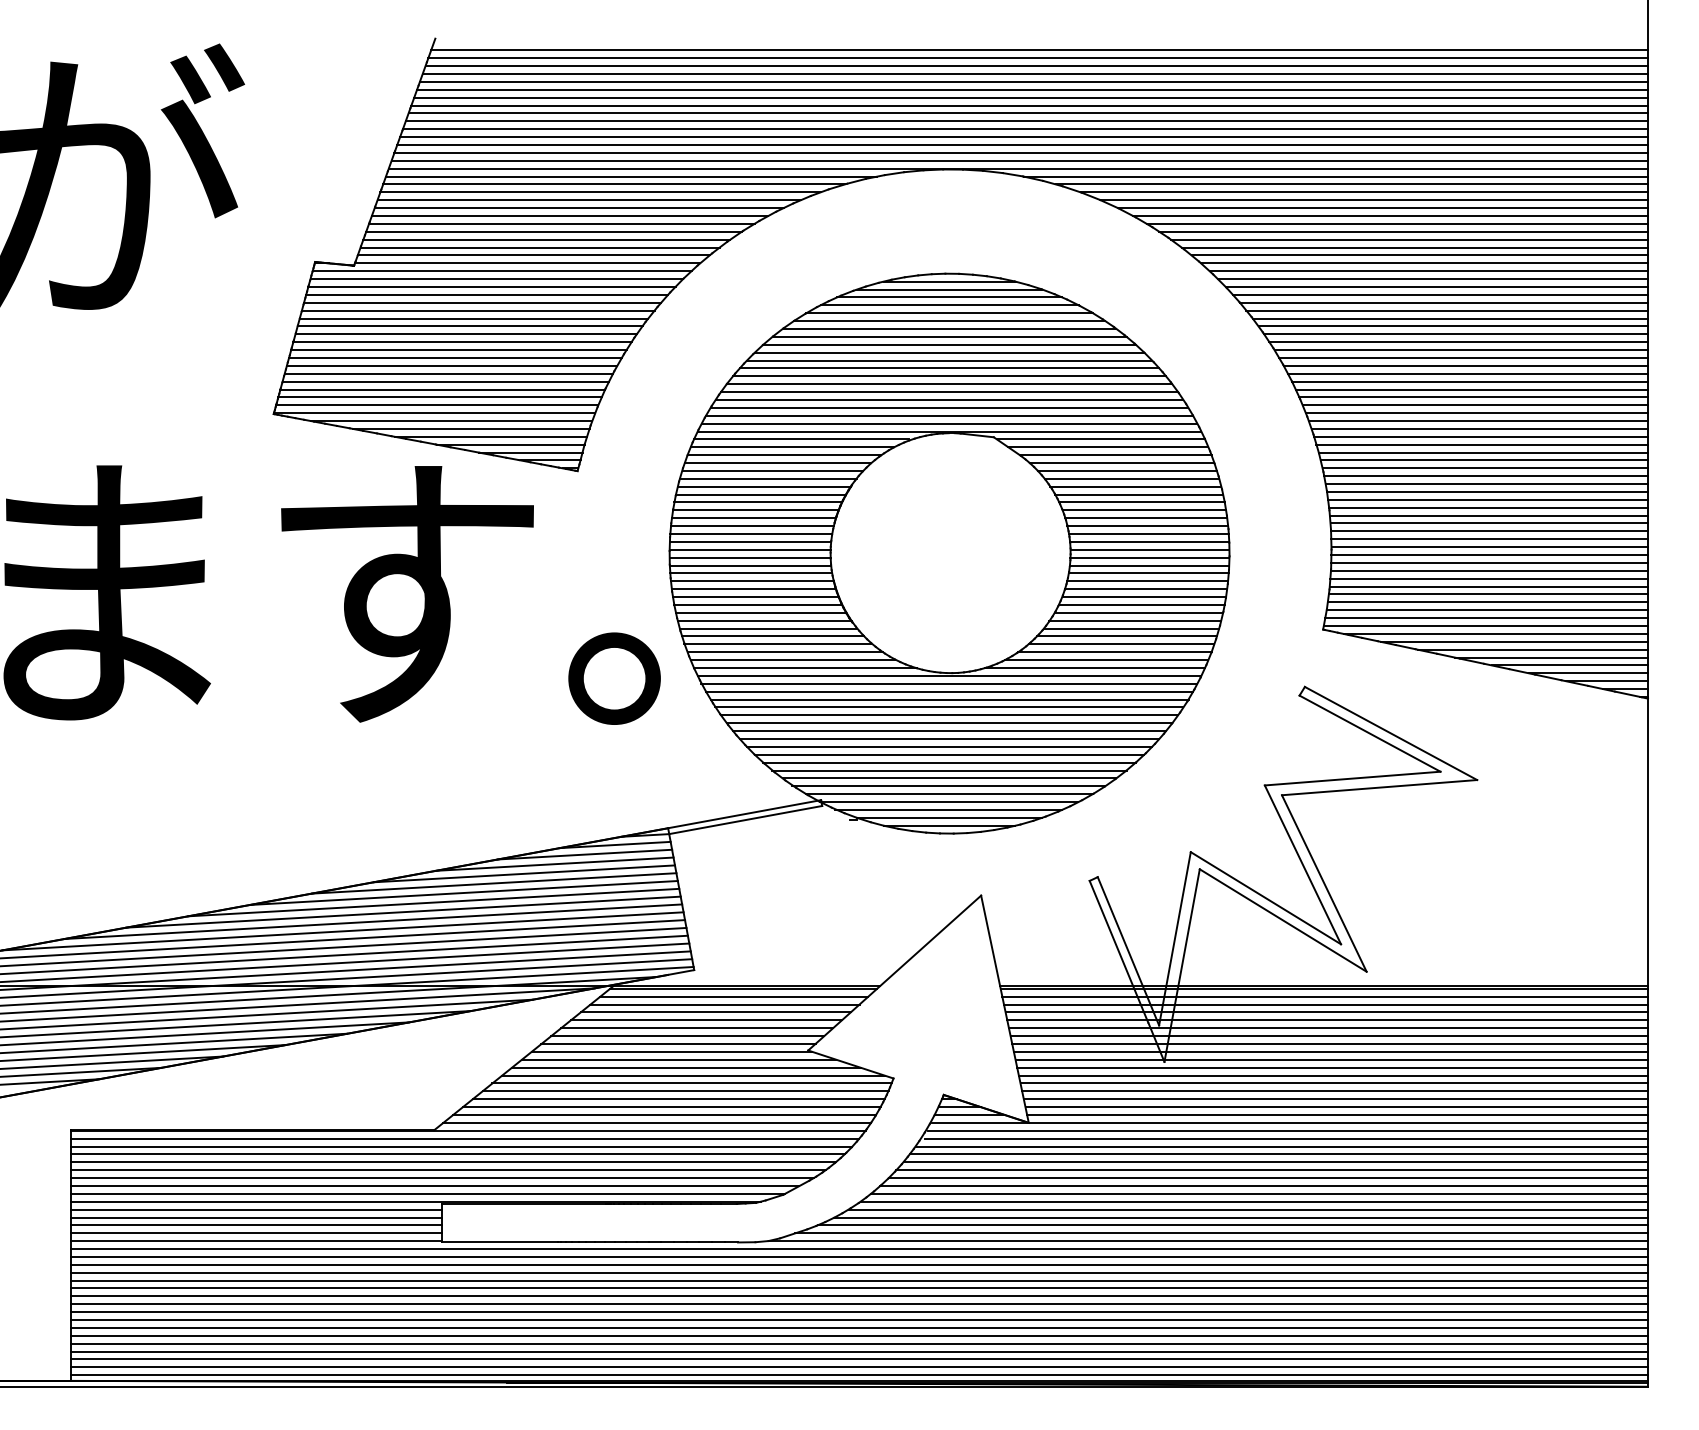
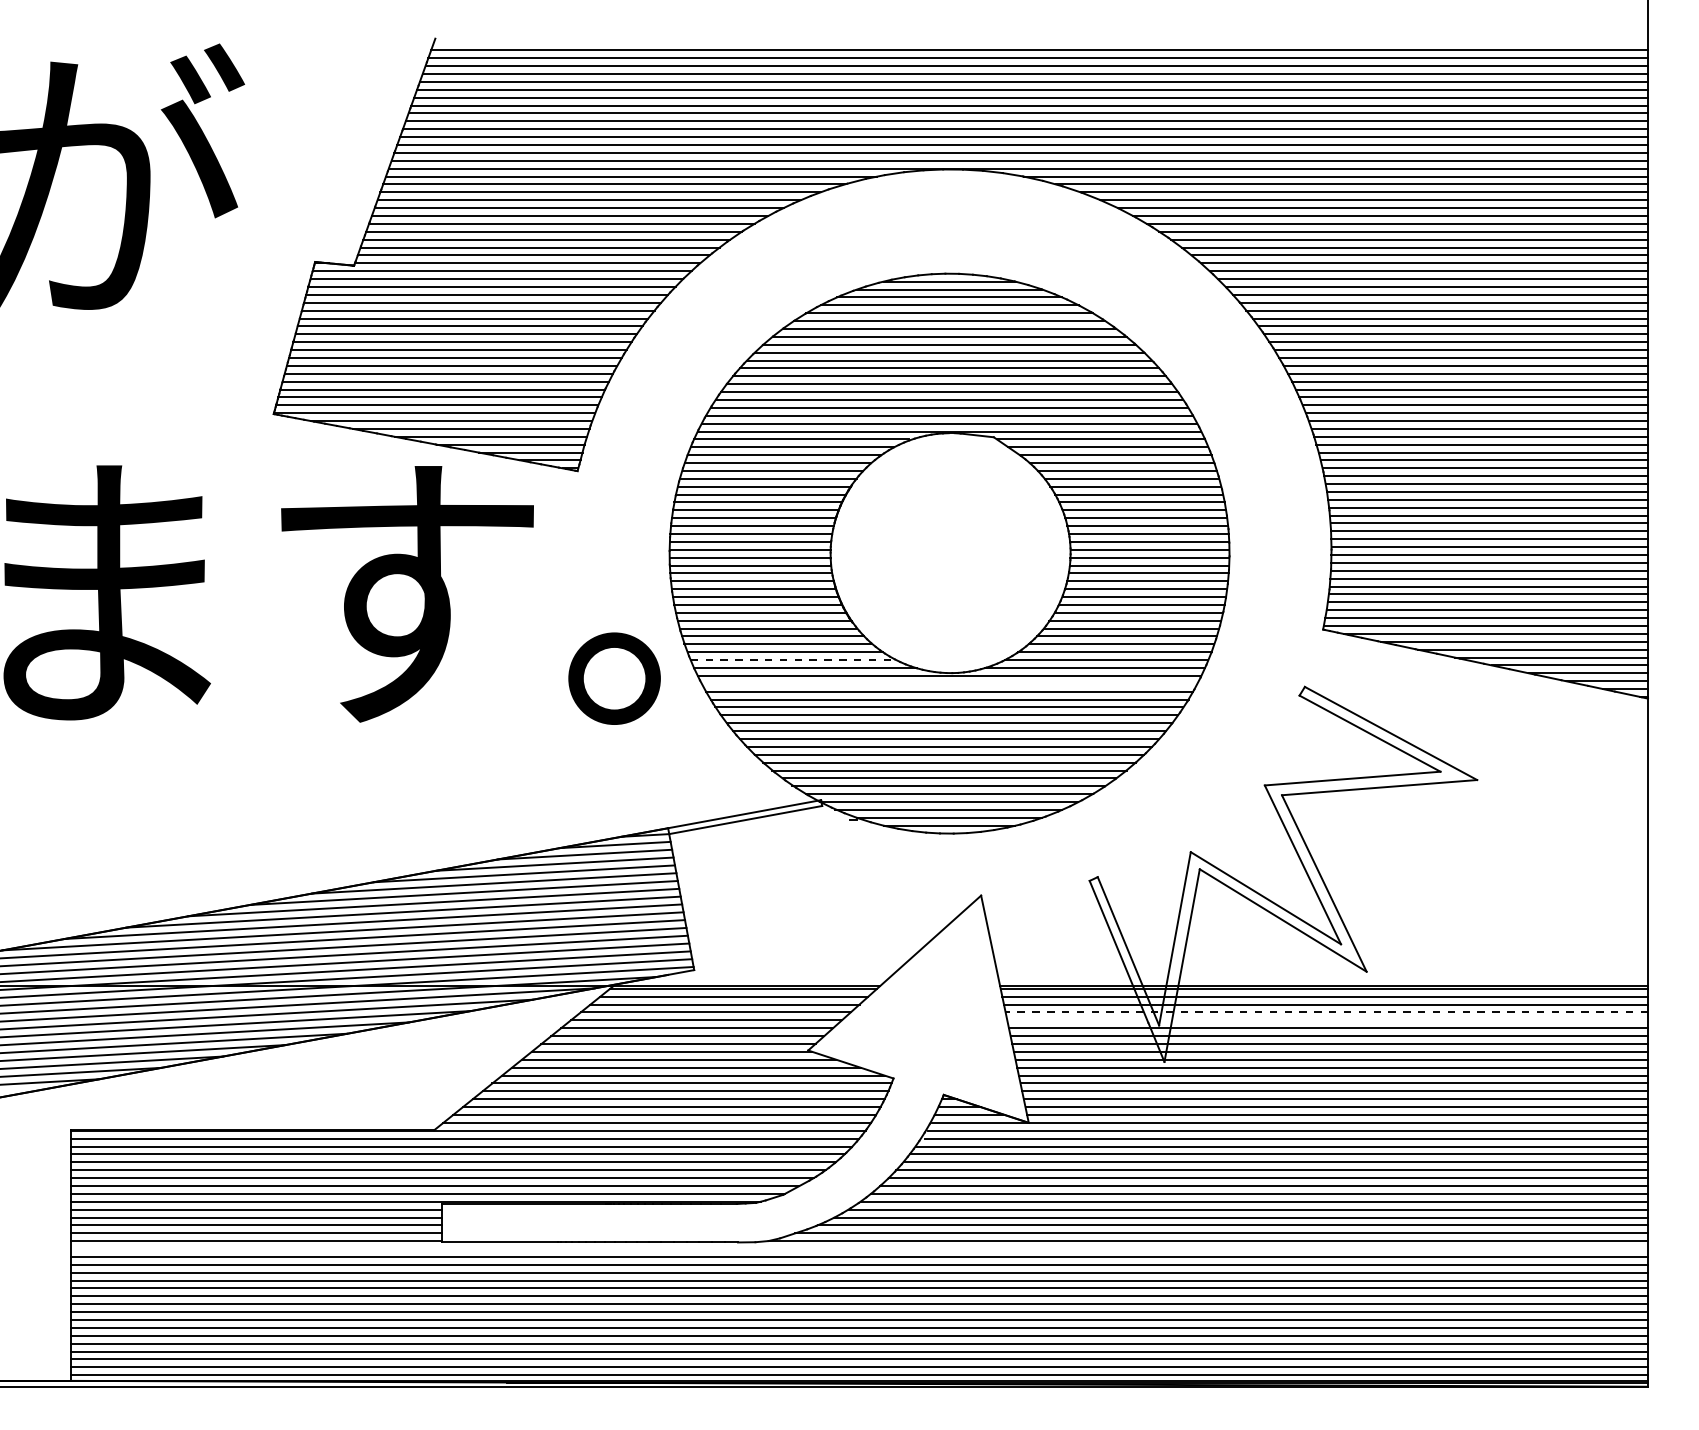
line at (793, 660): solid -> dashed
line at (949, 683): present -> none
line at (1326, 1012): solid -> dashed
line at (1327, 1020): present -> none
line at (859, 1249): present -> none
